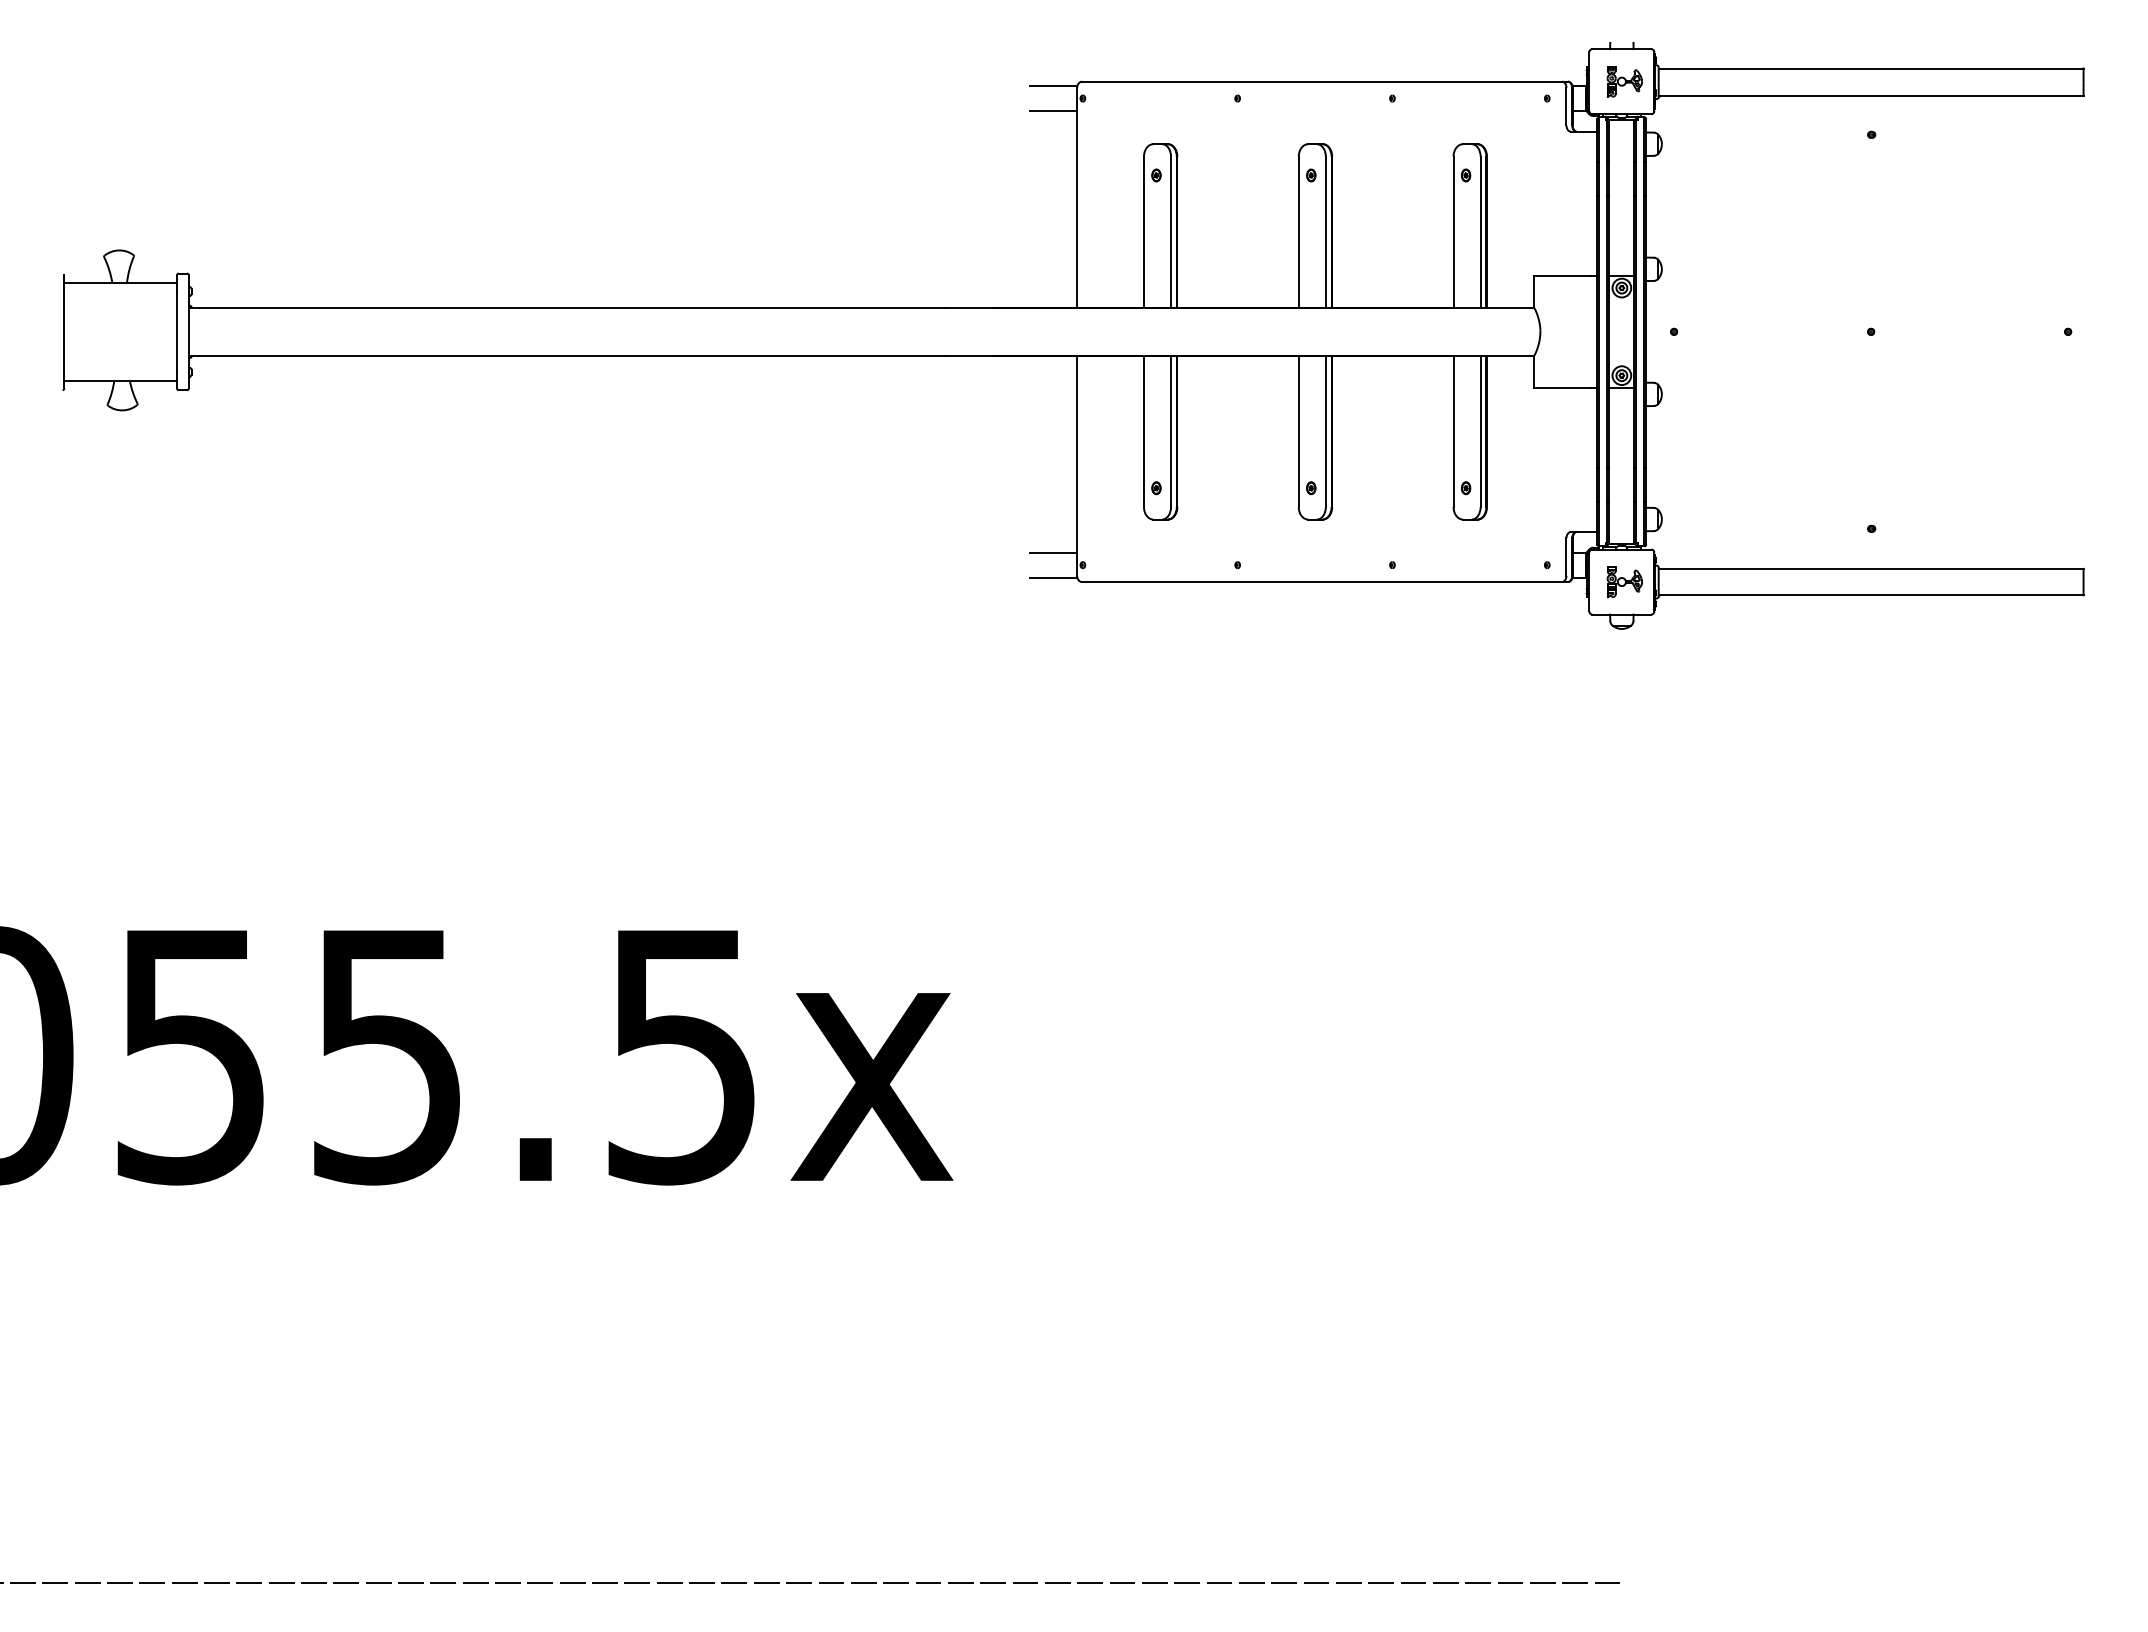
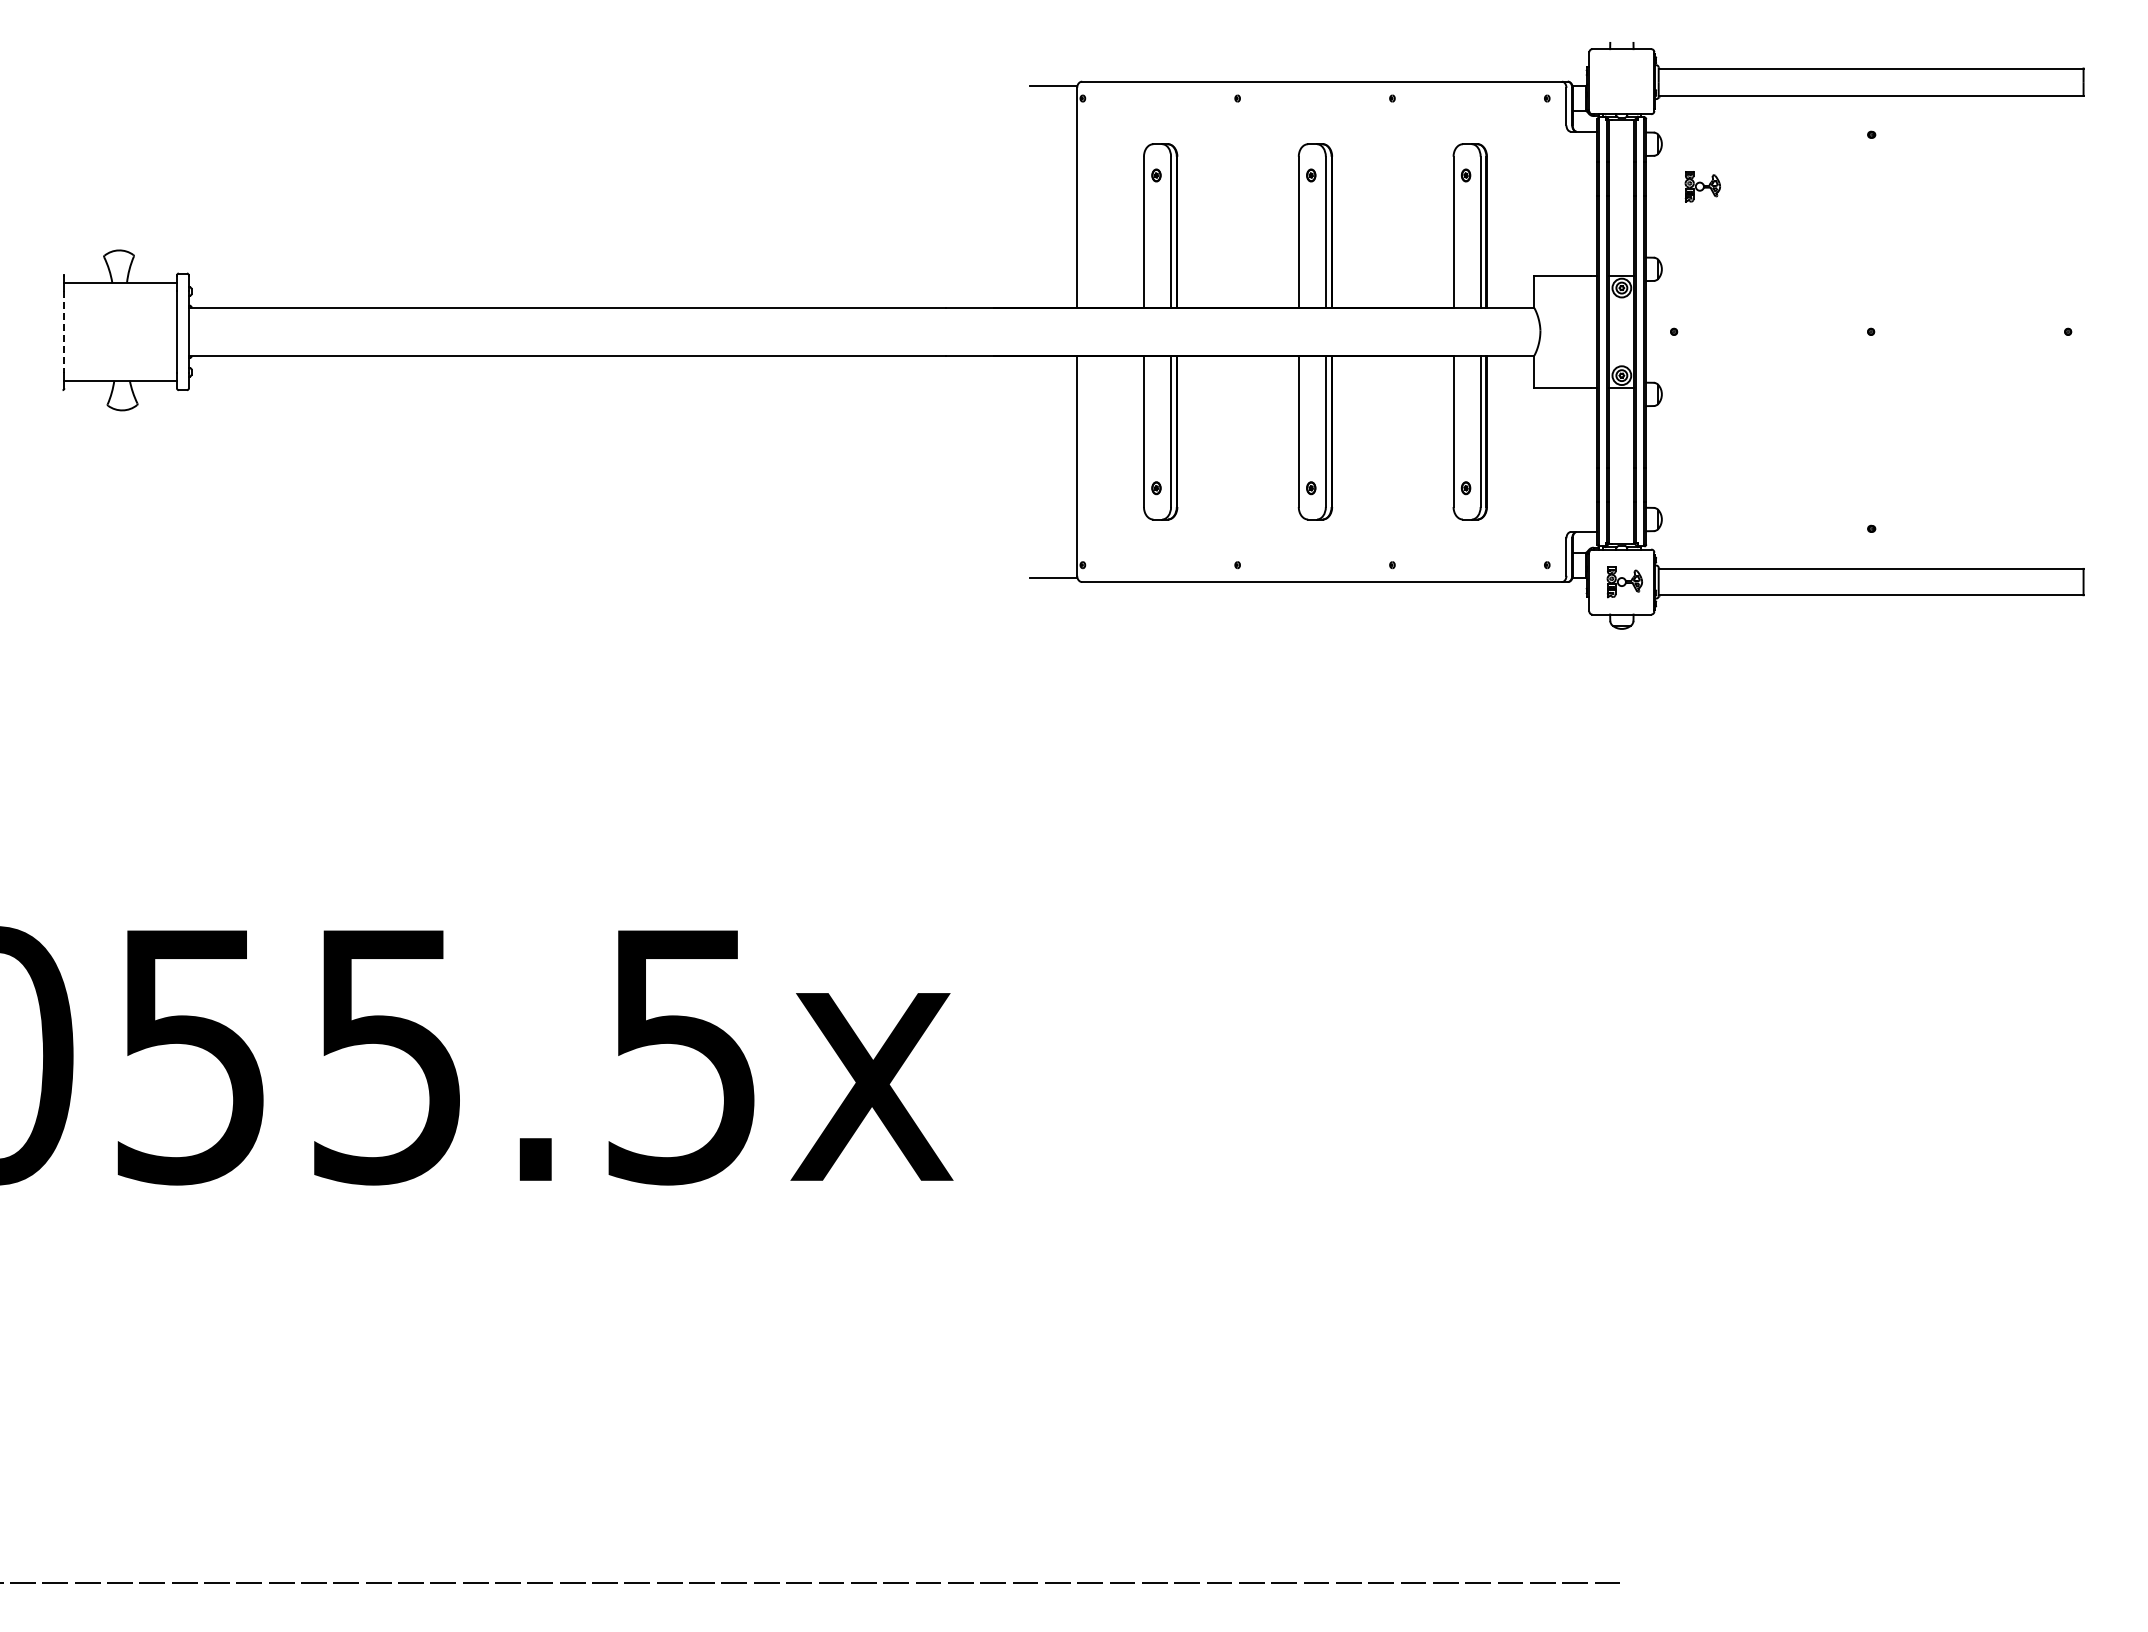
part at (1624, 81) position: (1624, 81) -> (1702, 186)
line at (1053, 111): present -> none
line at (64, 331): solid -> dashed
line at (1053, 552): present -> none
